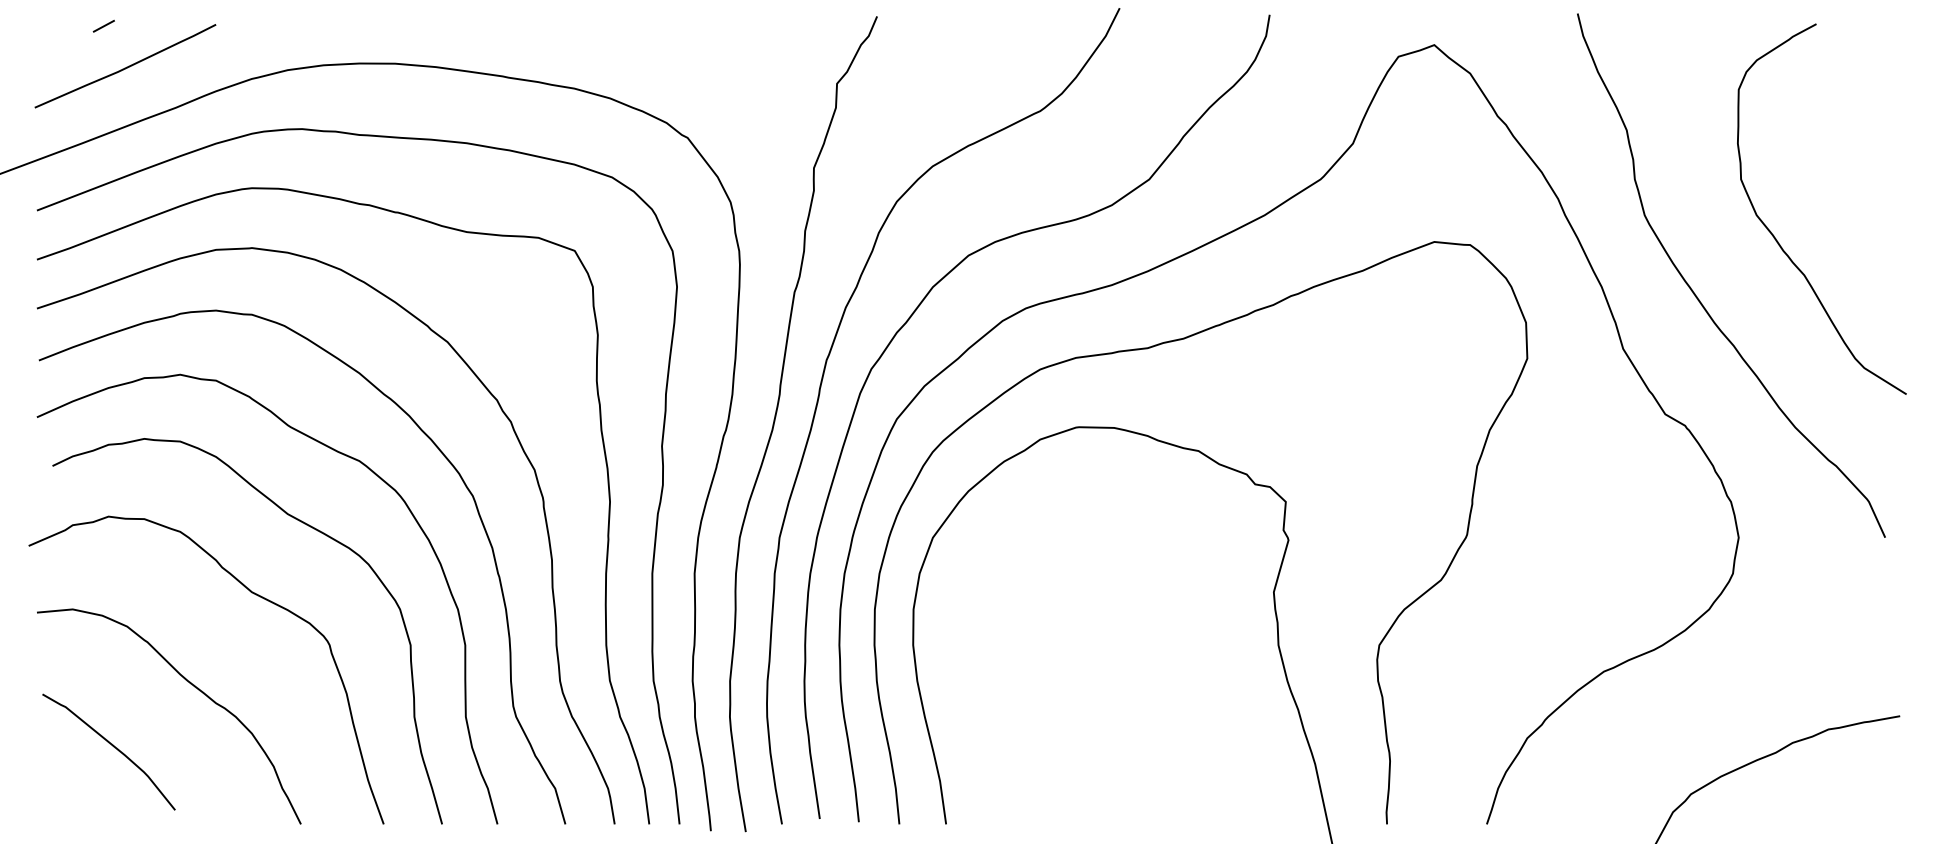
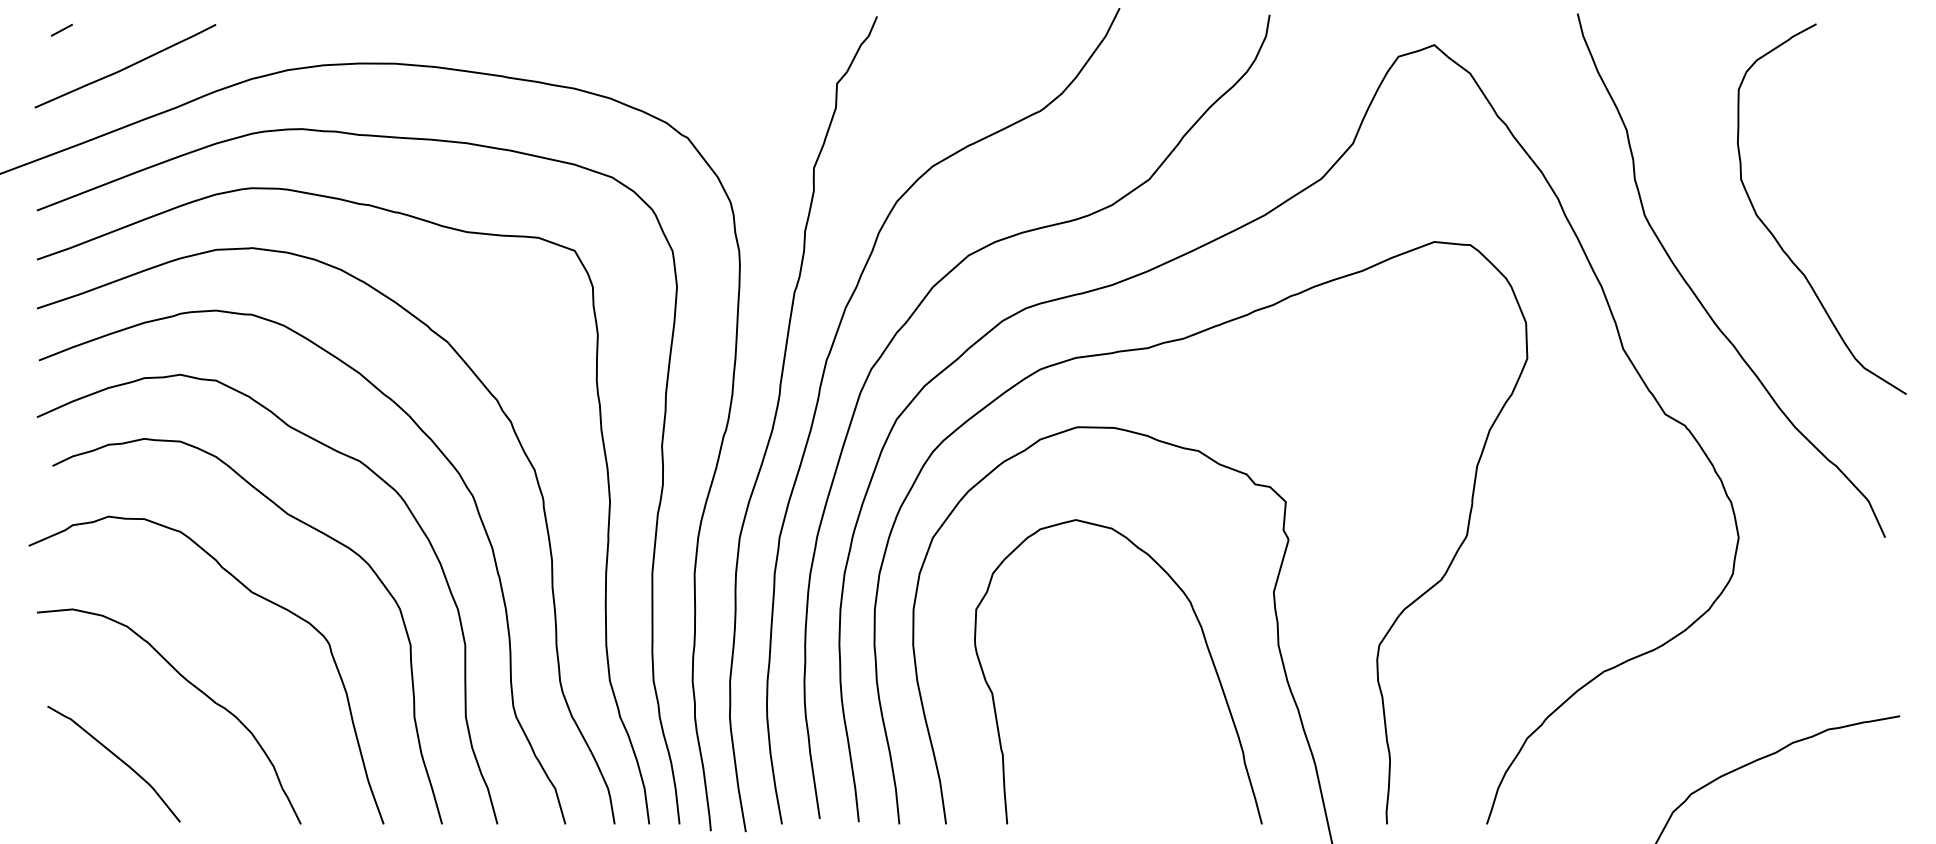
line at (103, 25) position: (103, 25) -> (61, 29)
curve at (1204, 641): none -> present
curve at (112, 746) position: (112, 746) -> (117, 758)
